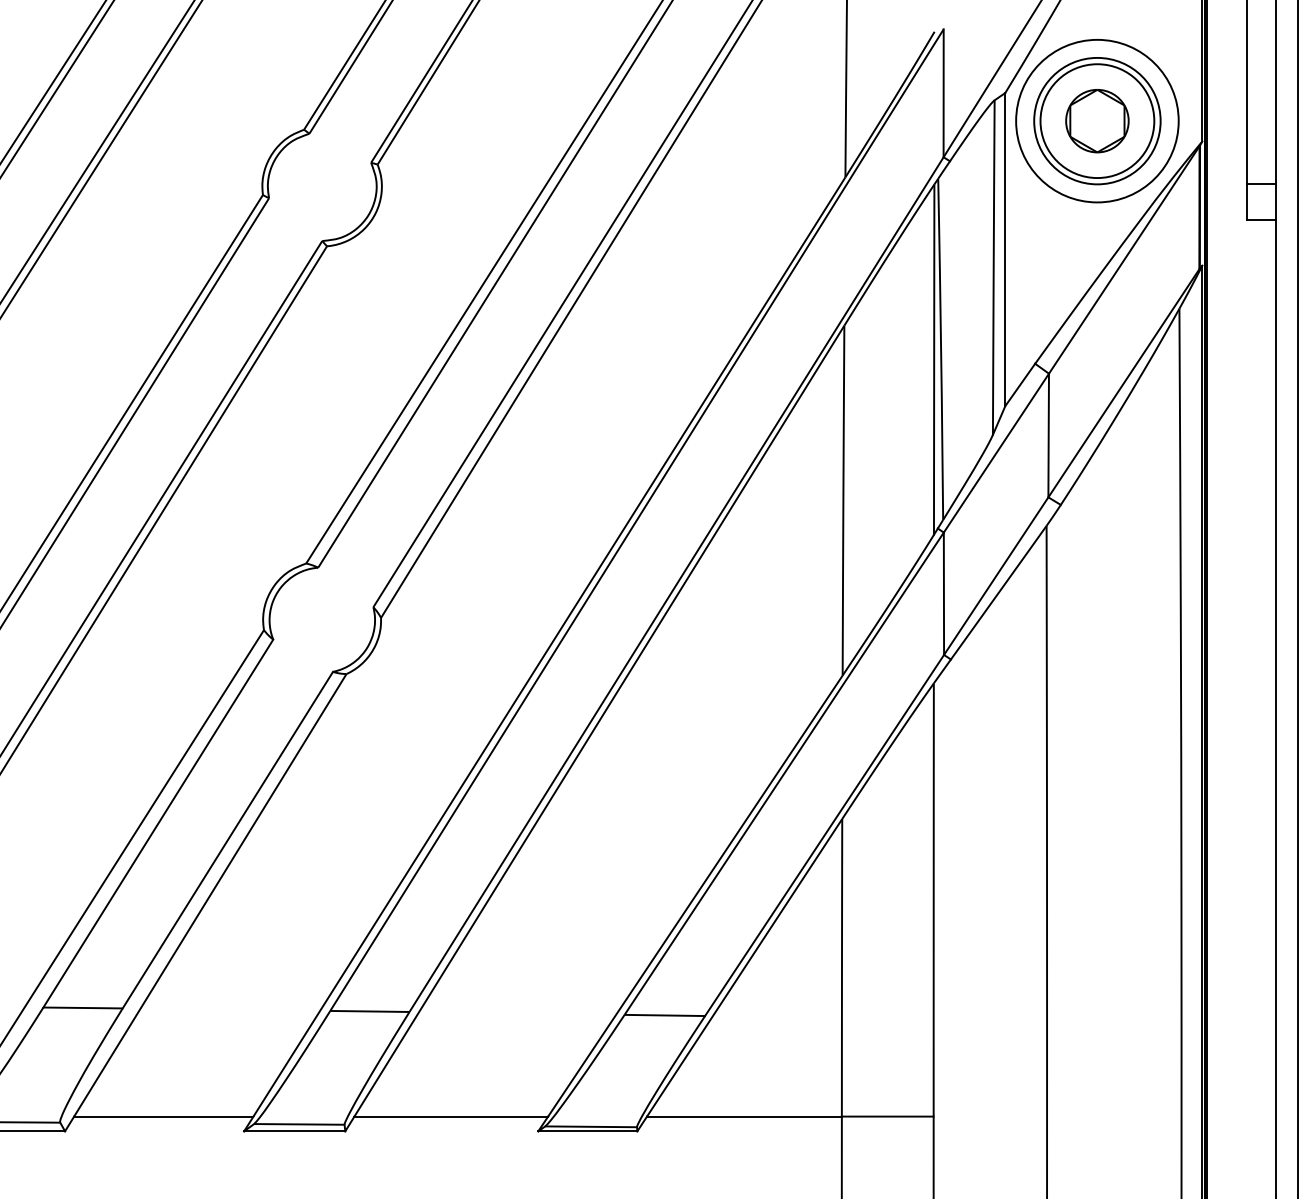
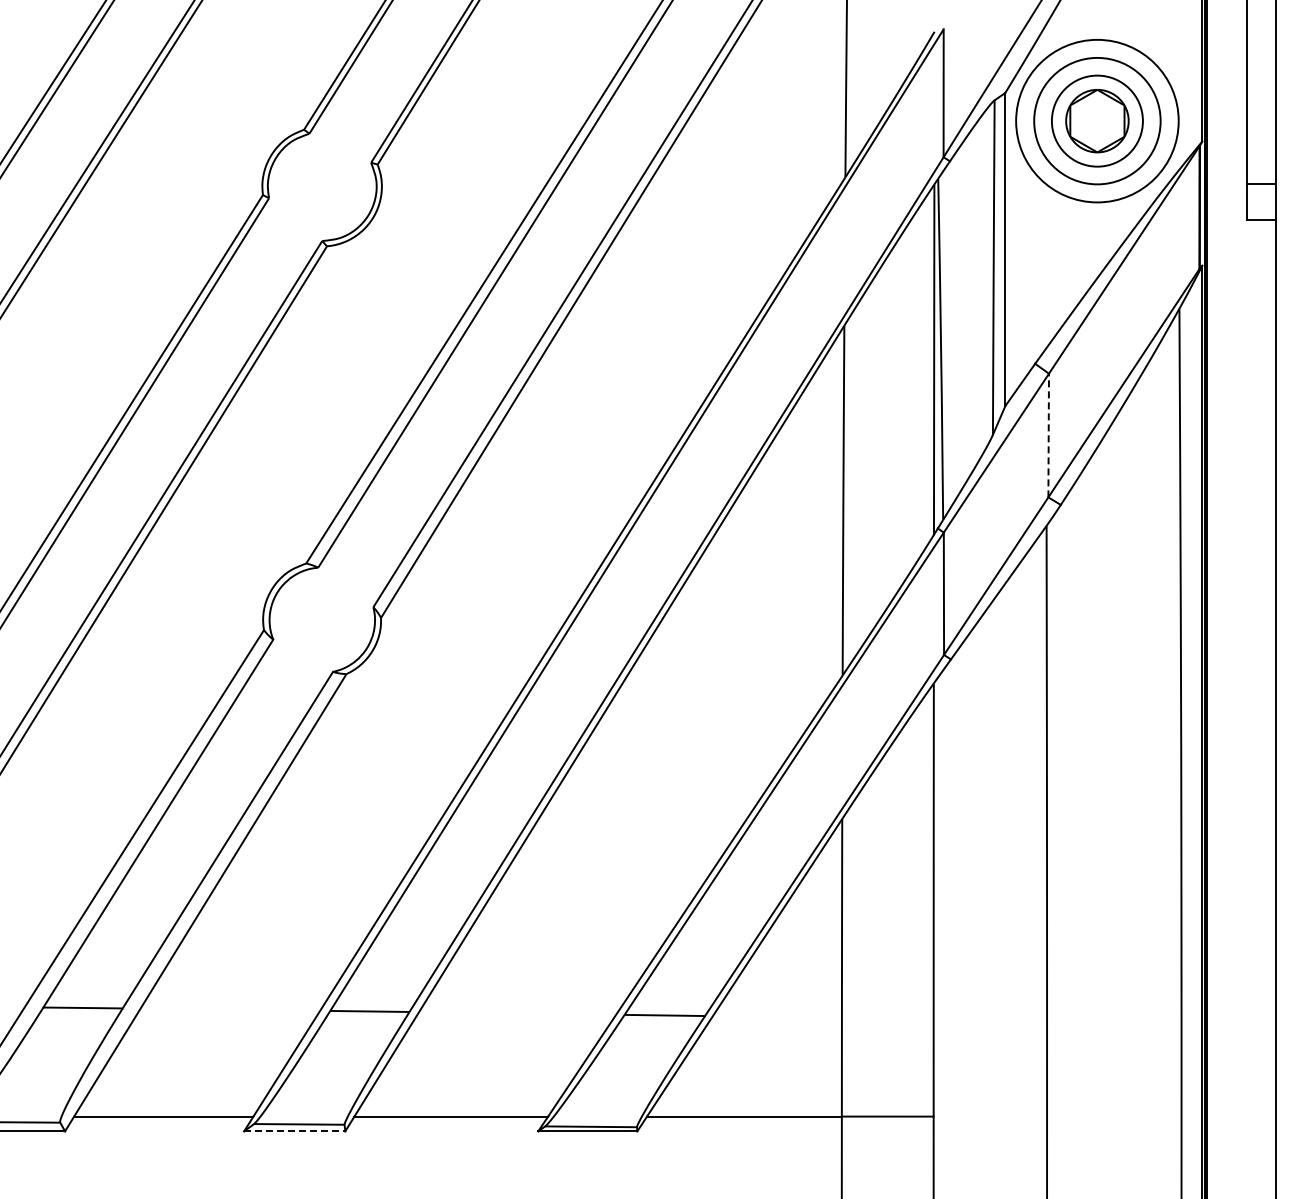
circle at (1097, 121) diameter: 114 px -> 91 px
line at (1048, 435): solid -> dashed
line at (1297, 598): present -> none
line at (294, 1131): solid -> dashed
